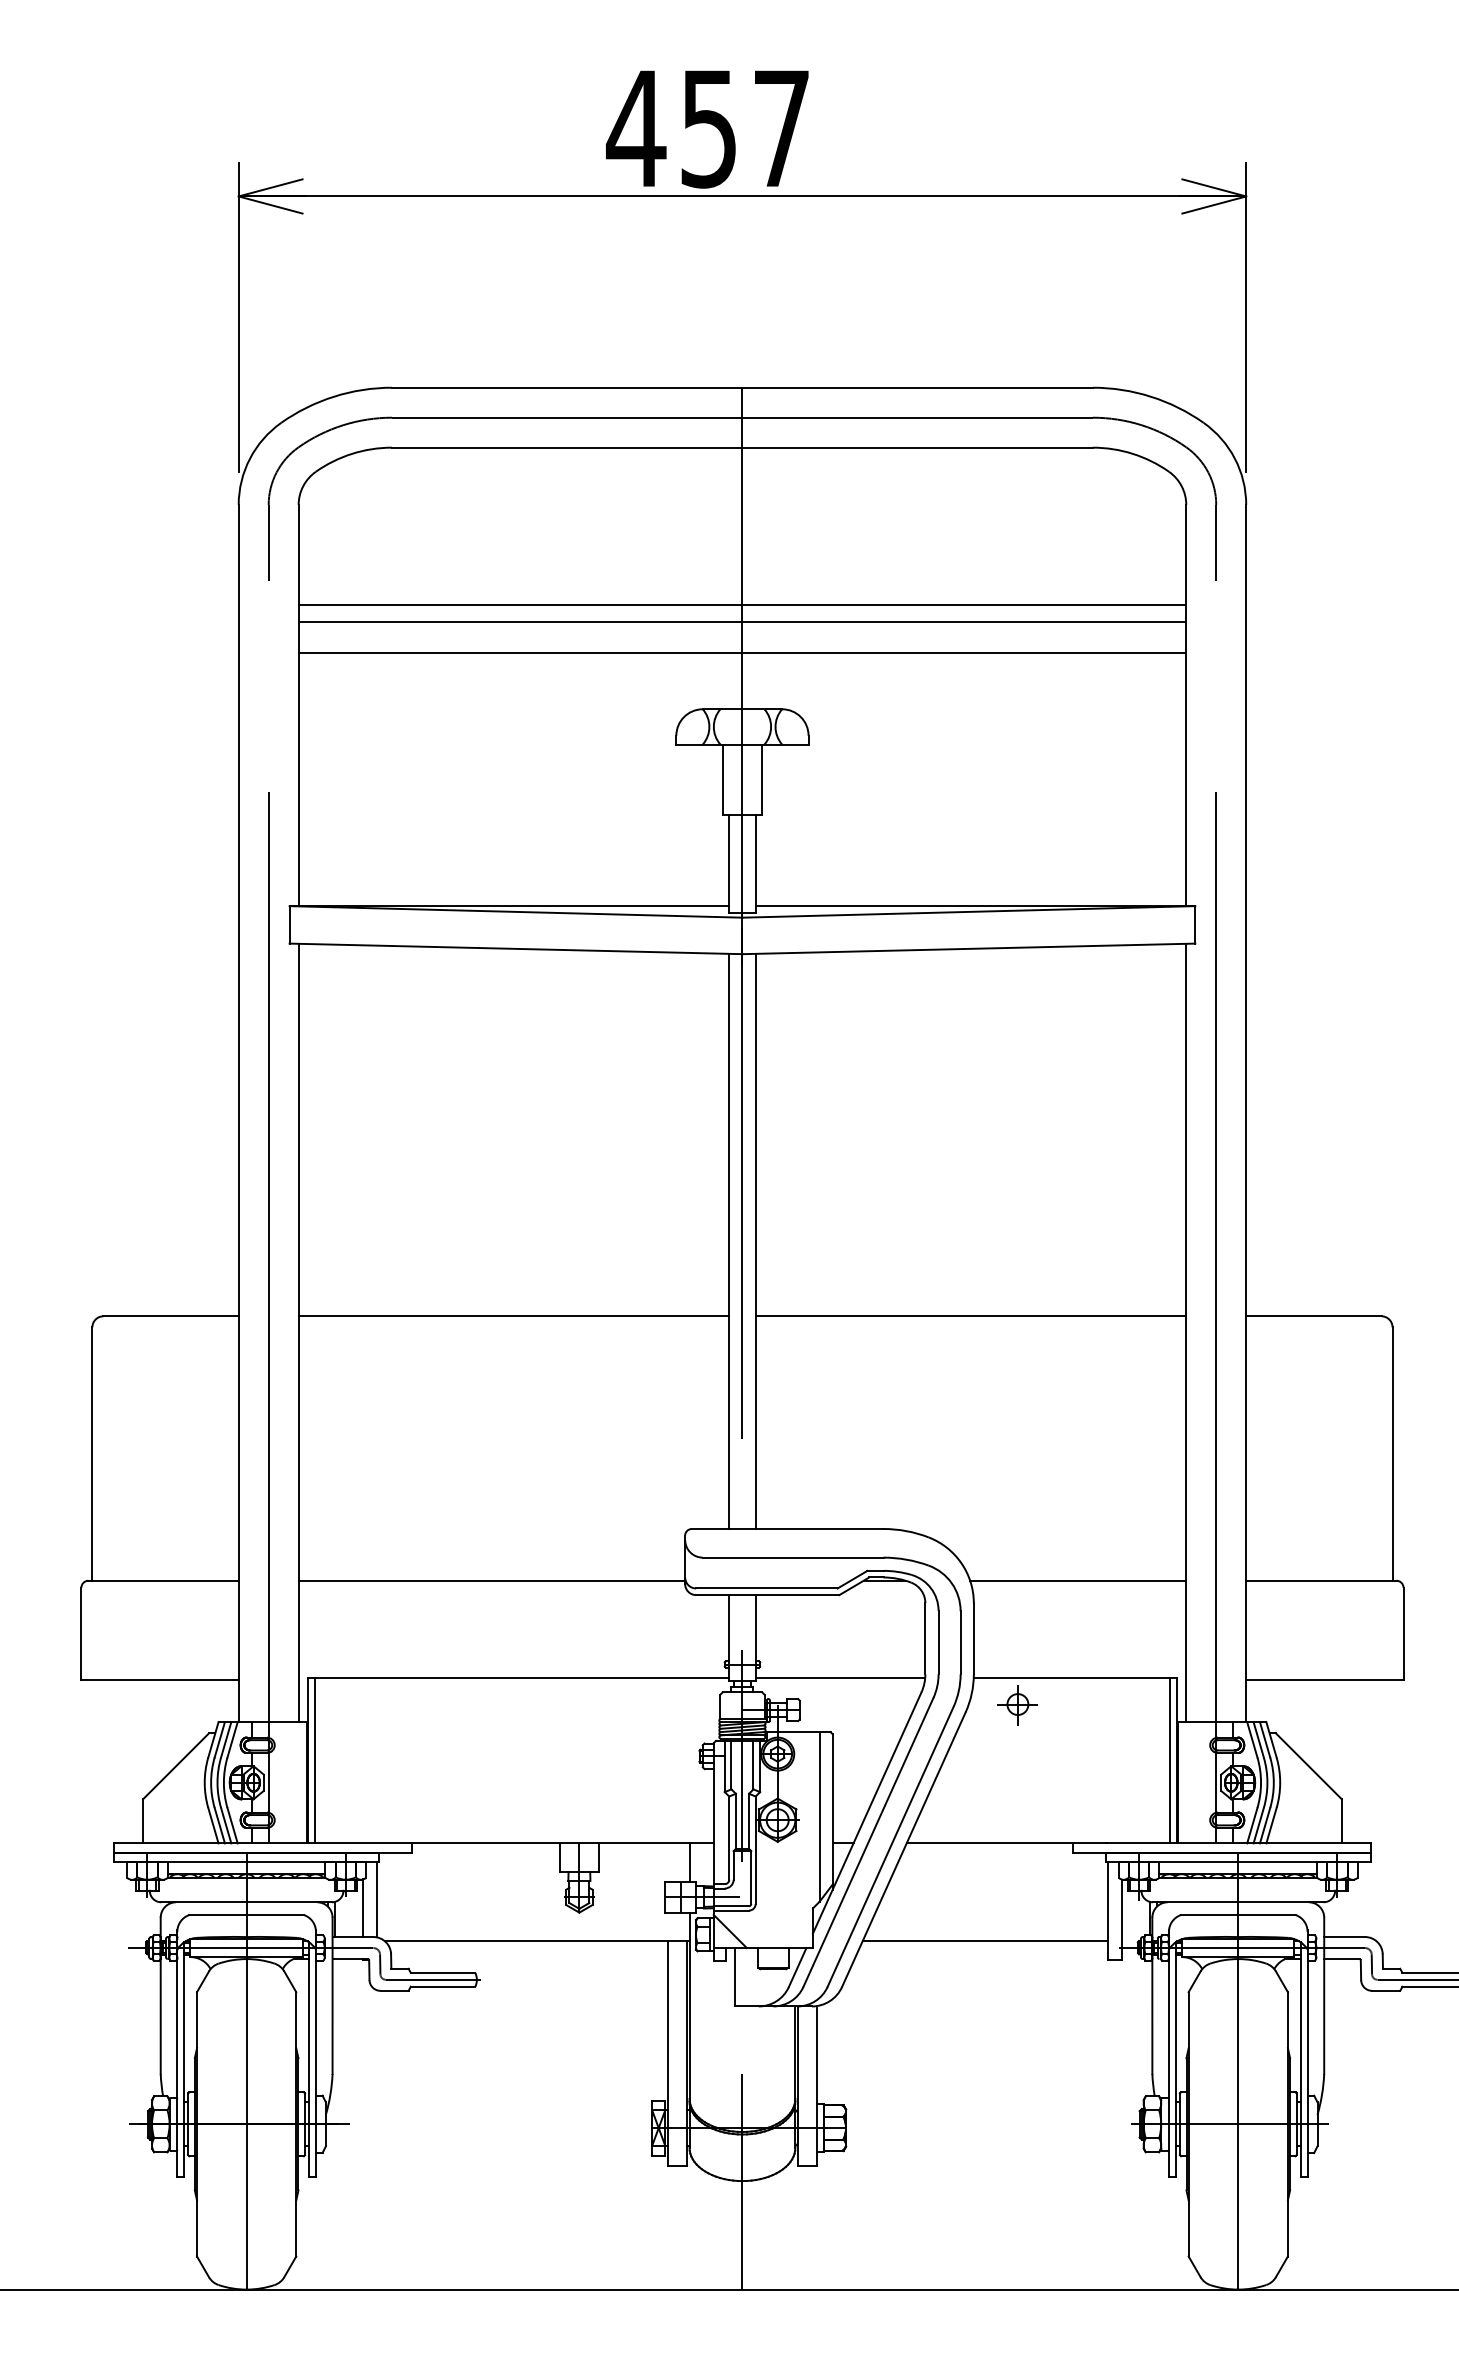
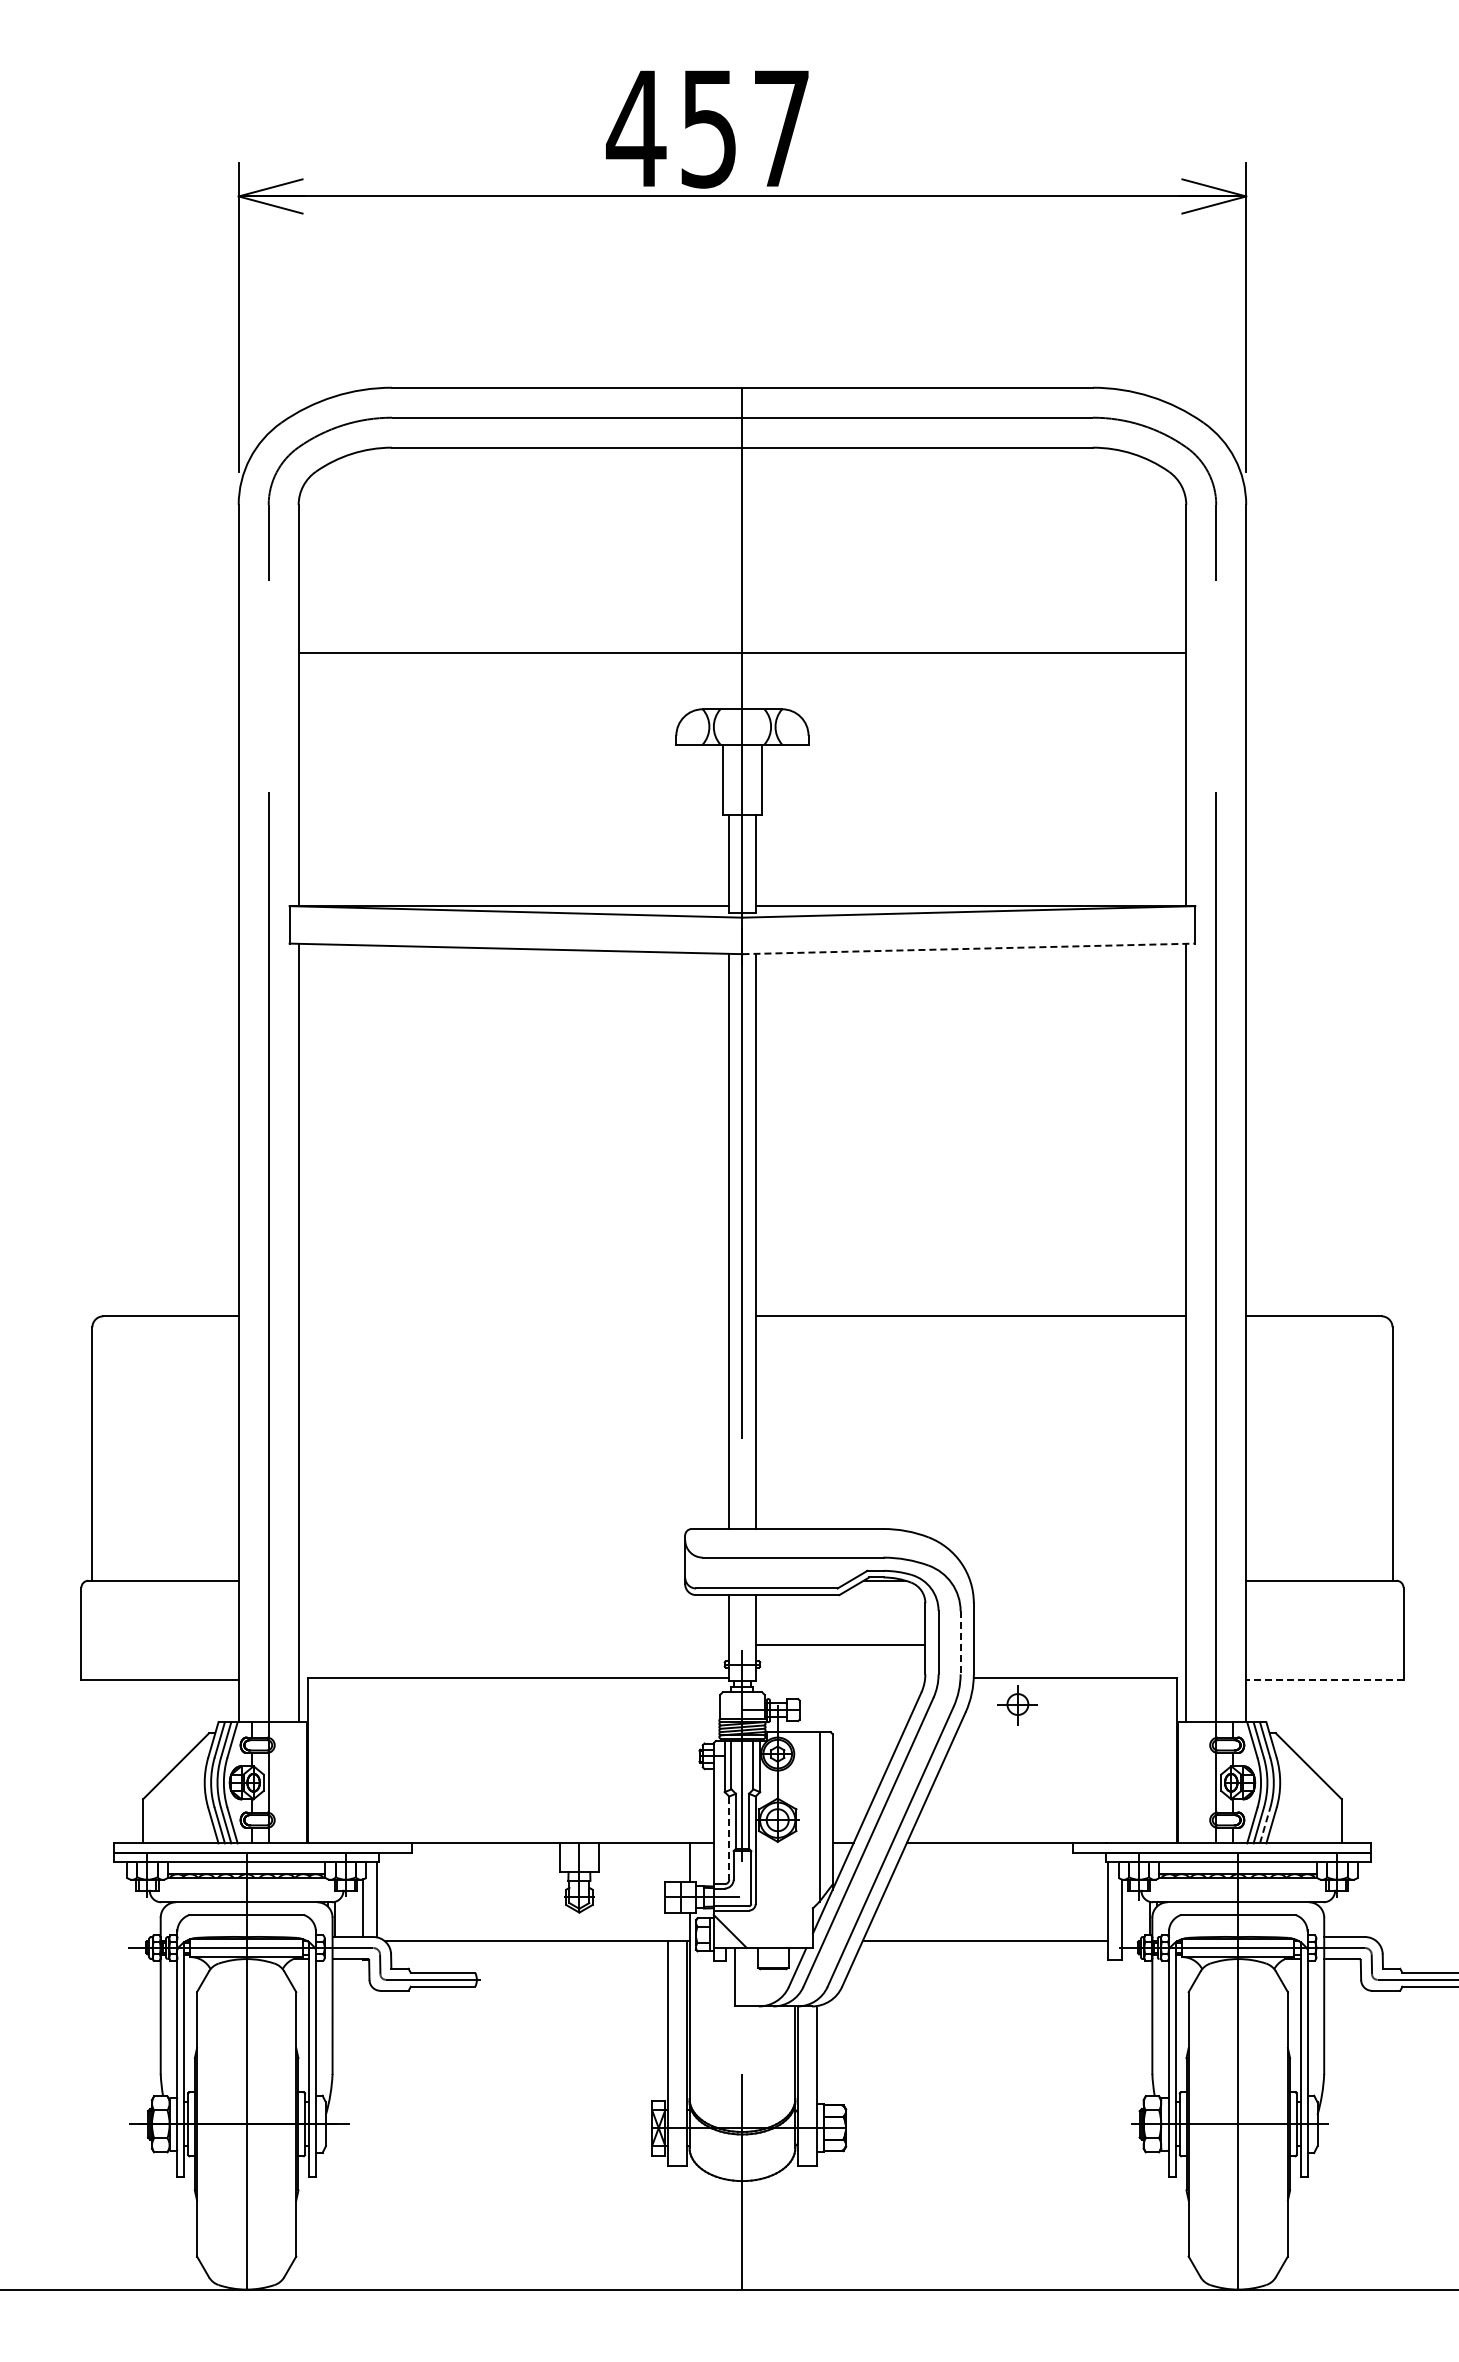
line at (742, 604): present -> none
line at (742, 622): present -> none
line at (969, 948): solid -> dashed
line at (513, 1316): present -> none
line at (491, 1580): present -> none
line at (1078, 1580): present -> none
line at (960, 1642): solid -> dashed
line at (840, 1678) position: (840, 1678) -> (840, 1645)
line at (1324, 1679): solid -> dashed
line at (314, 1760): present -> none
line at (1169, 1760): present -> none
line at (1265, 1825): solid -> dashed
line at (729, 1838): solid -> dashed
